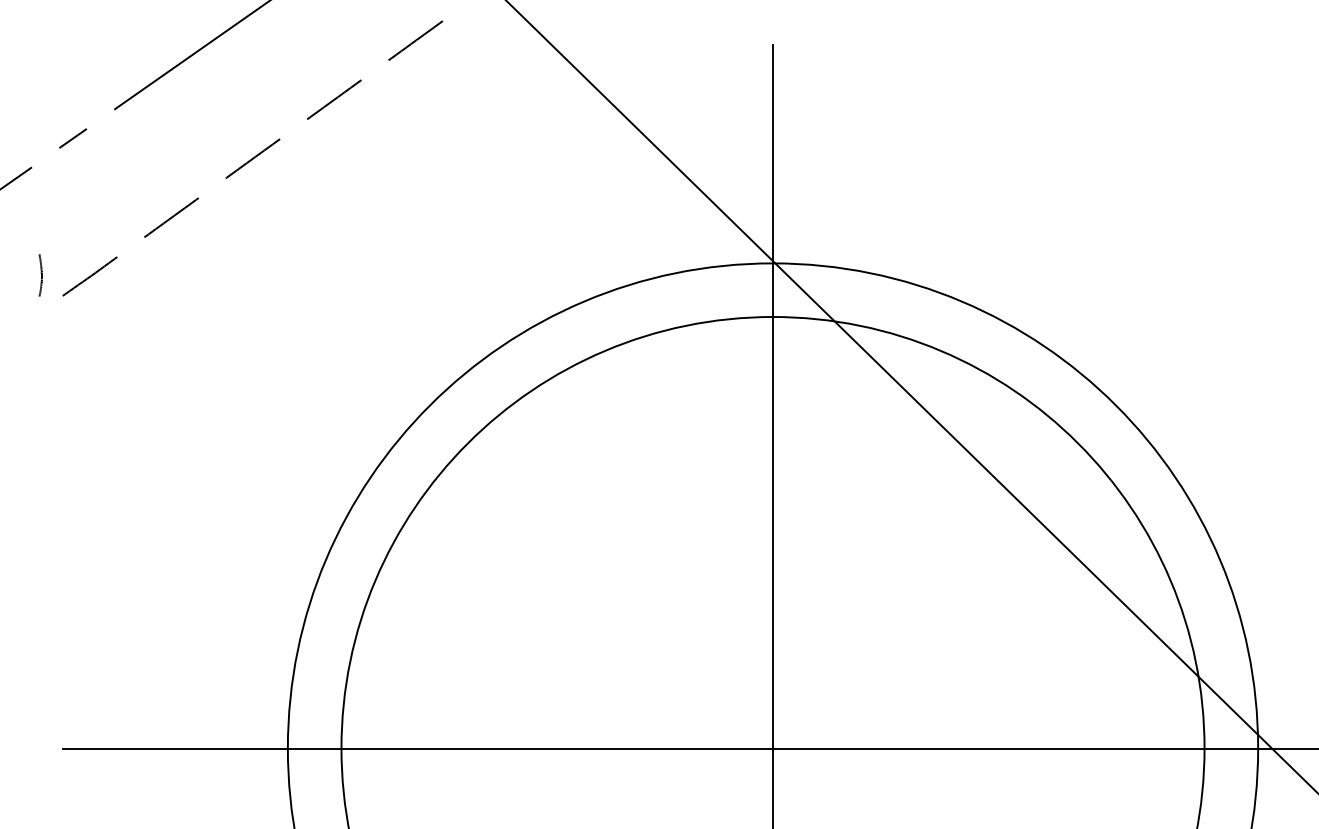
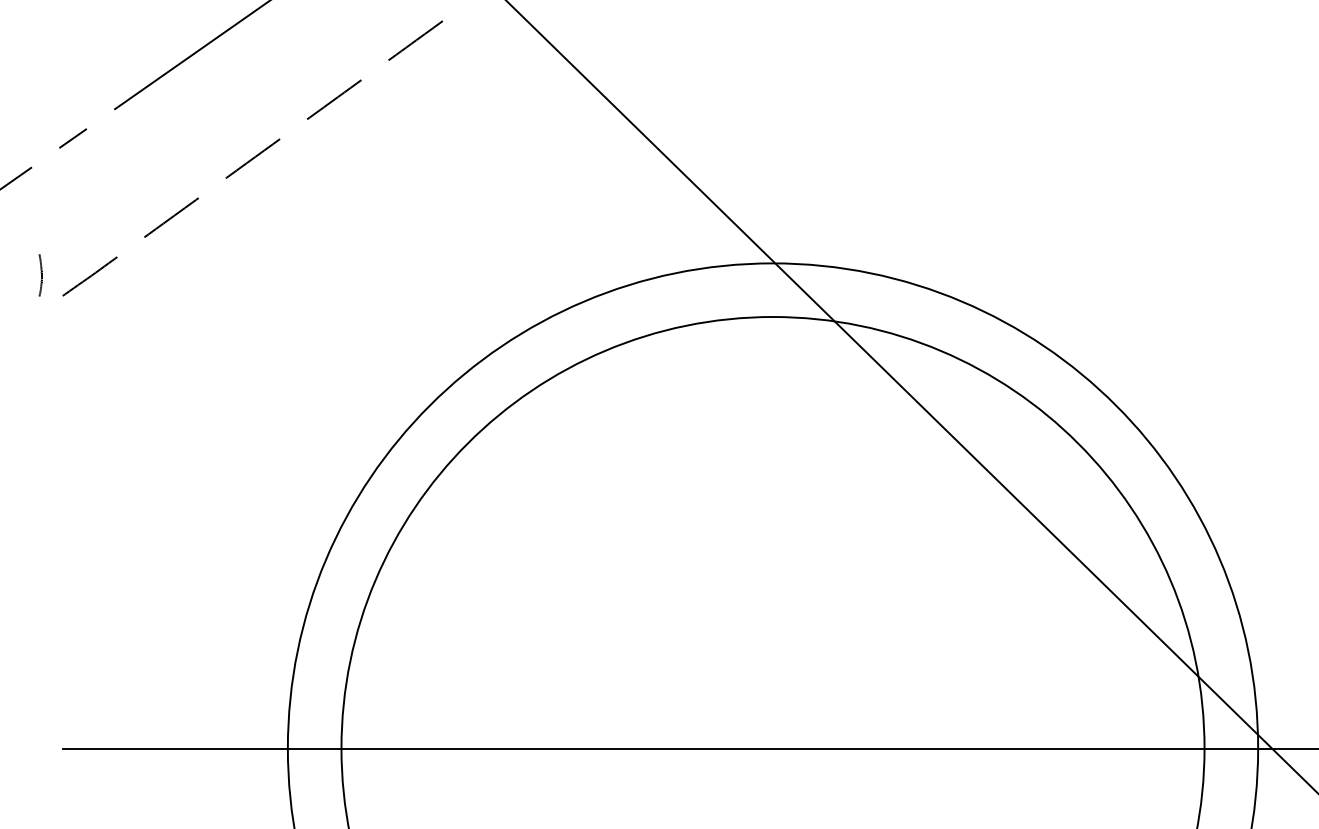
line at (773, 435): present -> none
